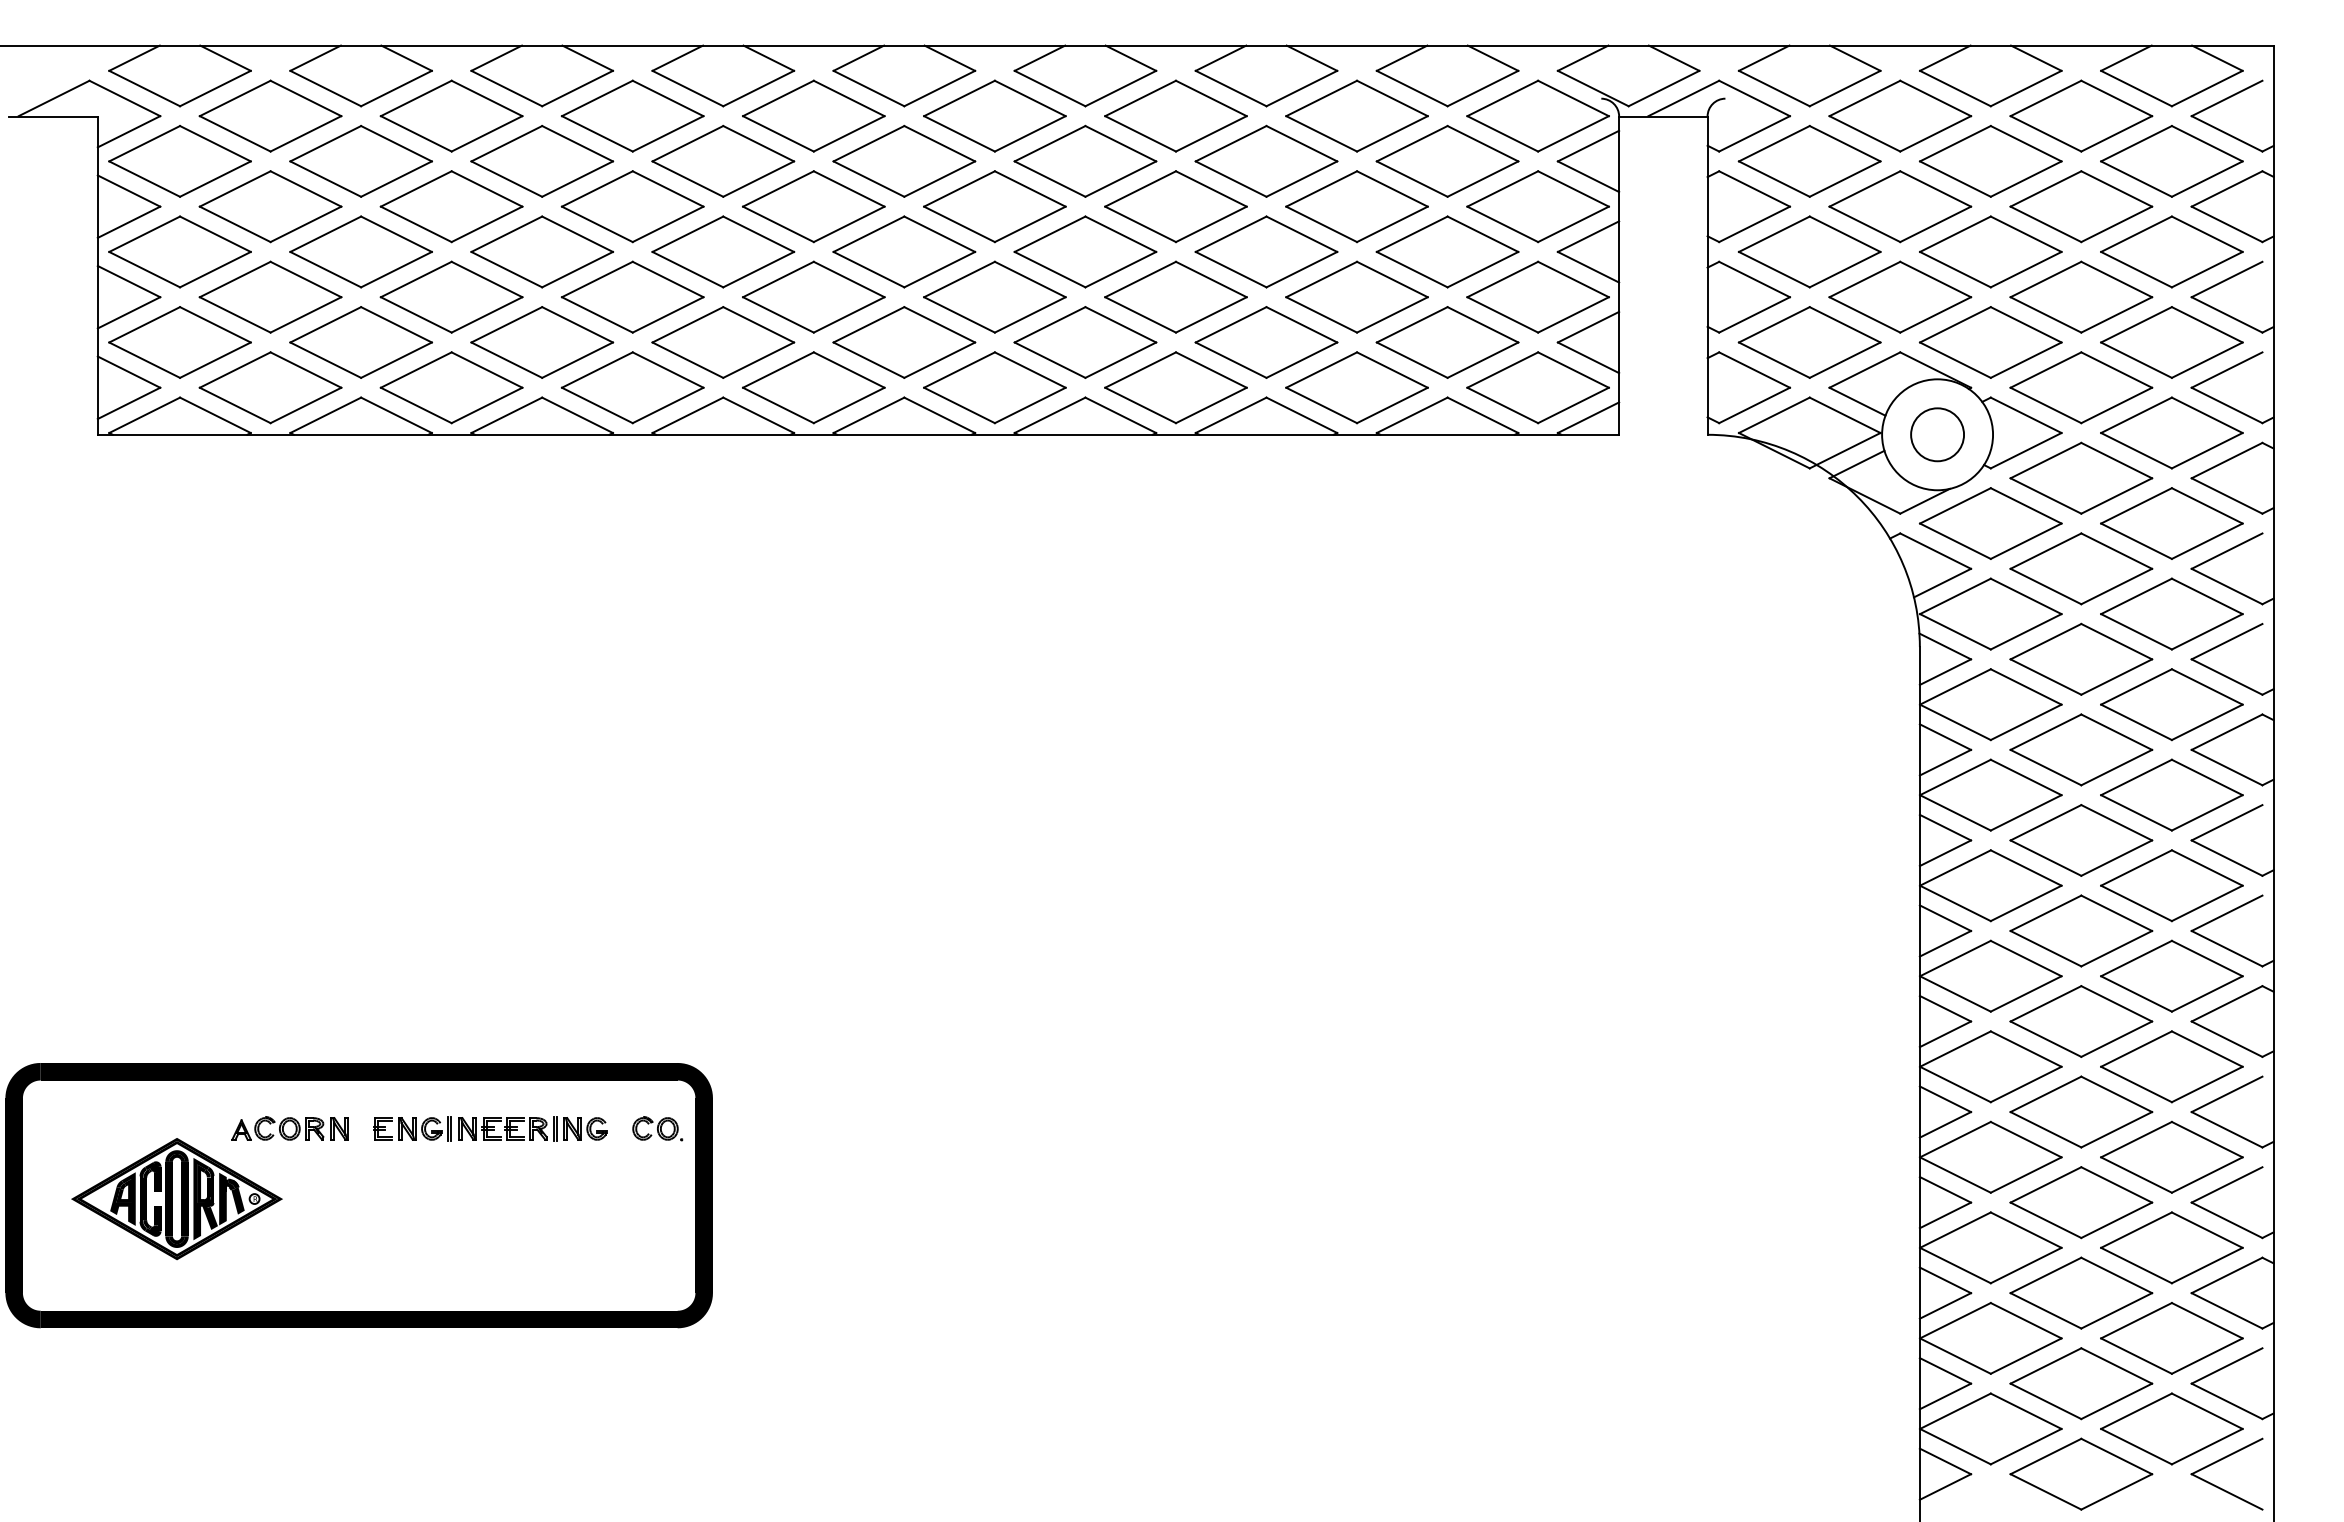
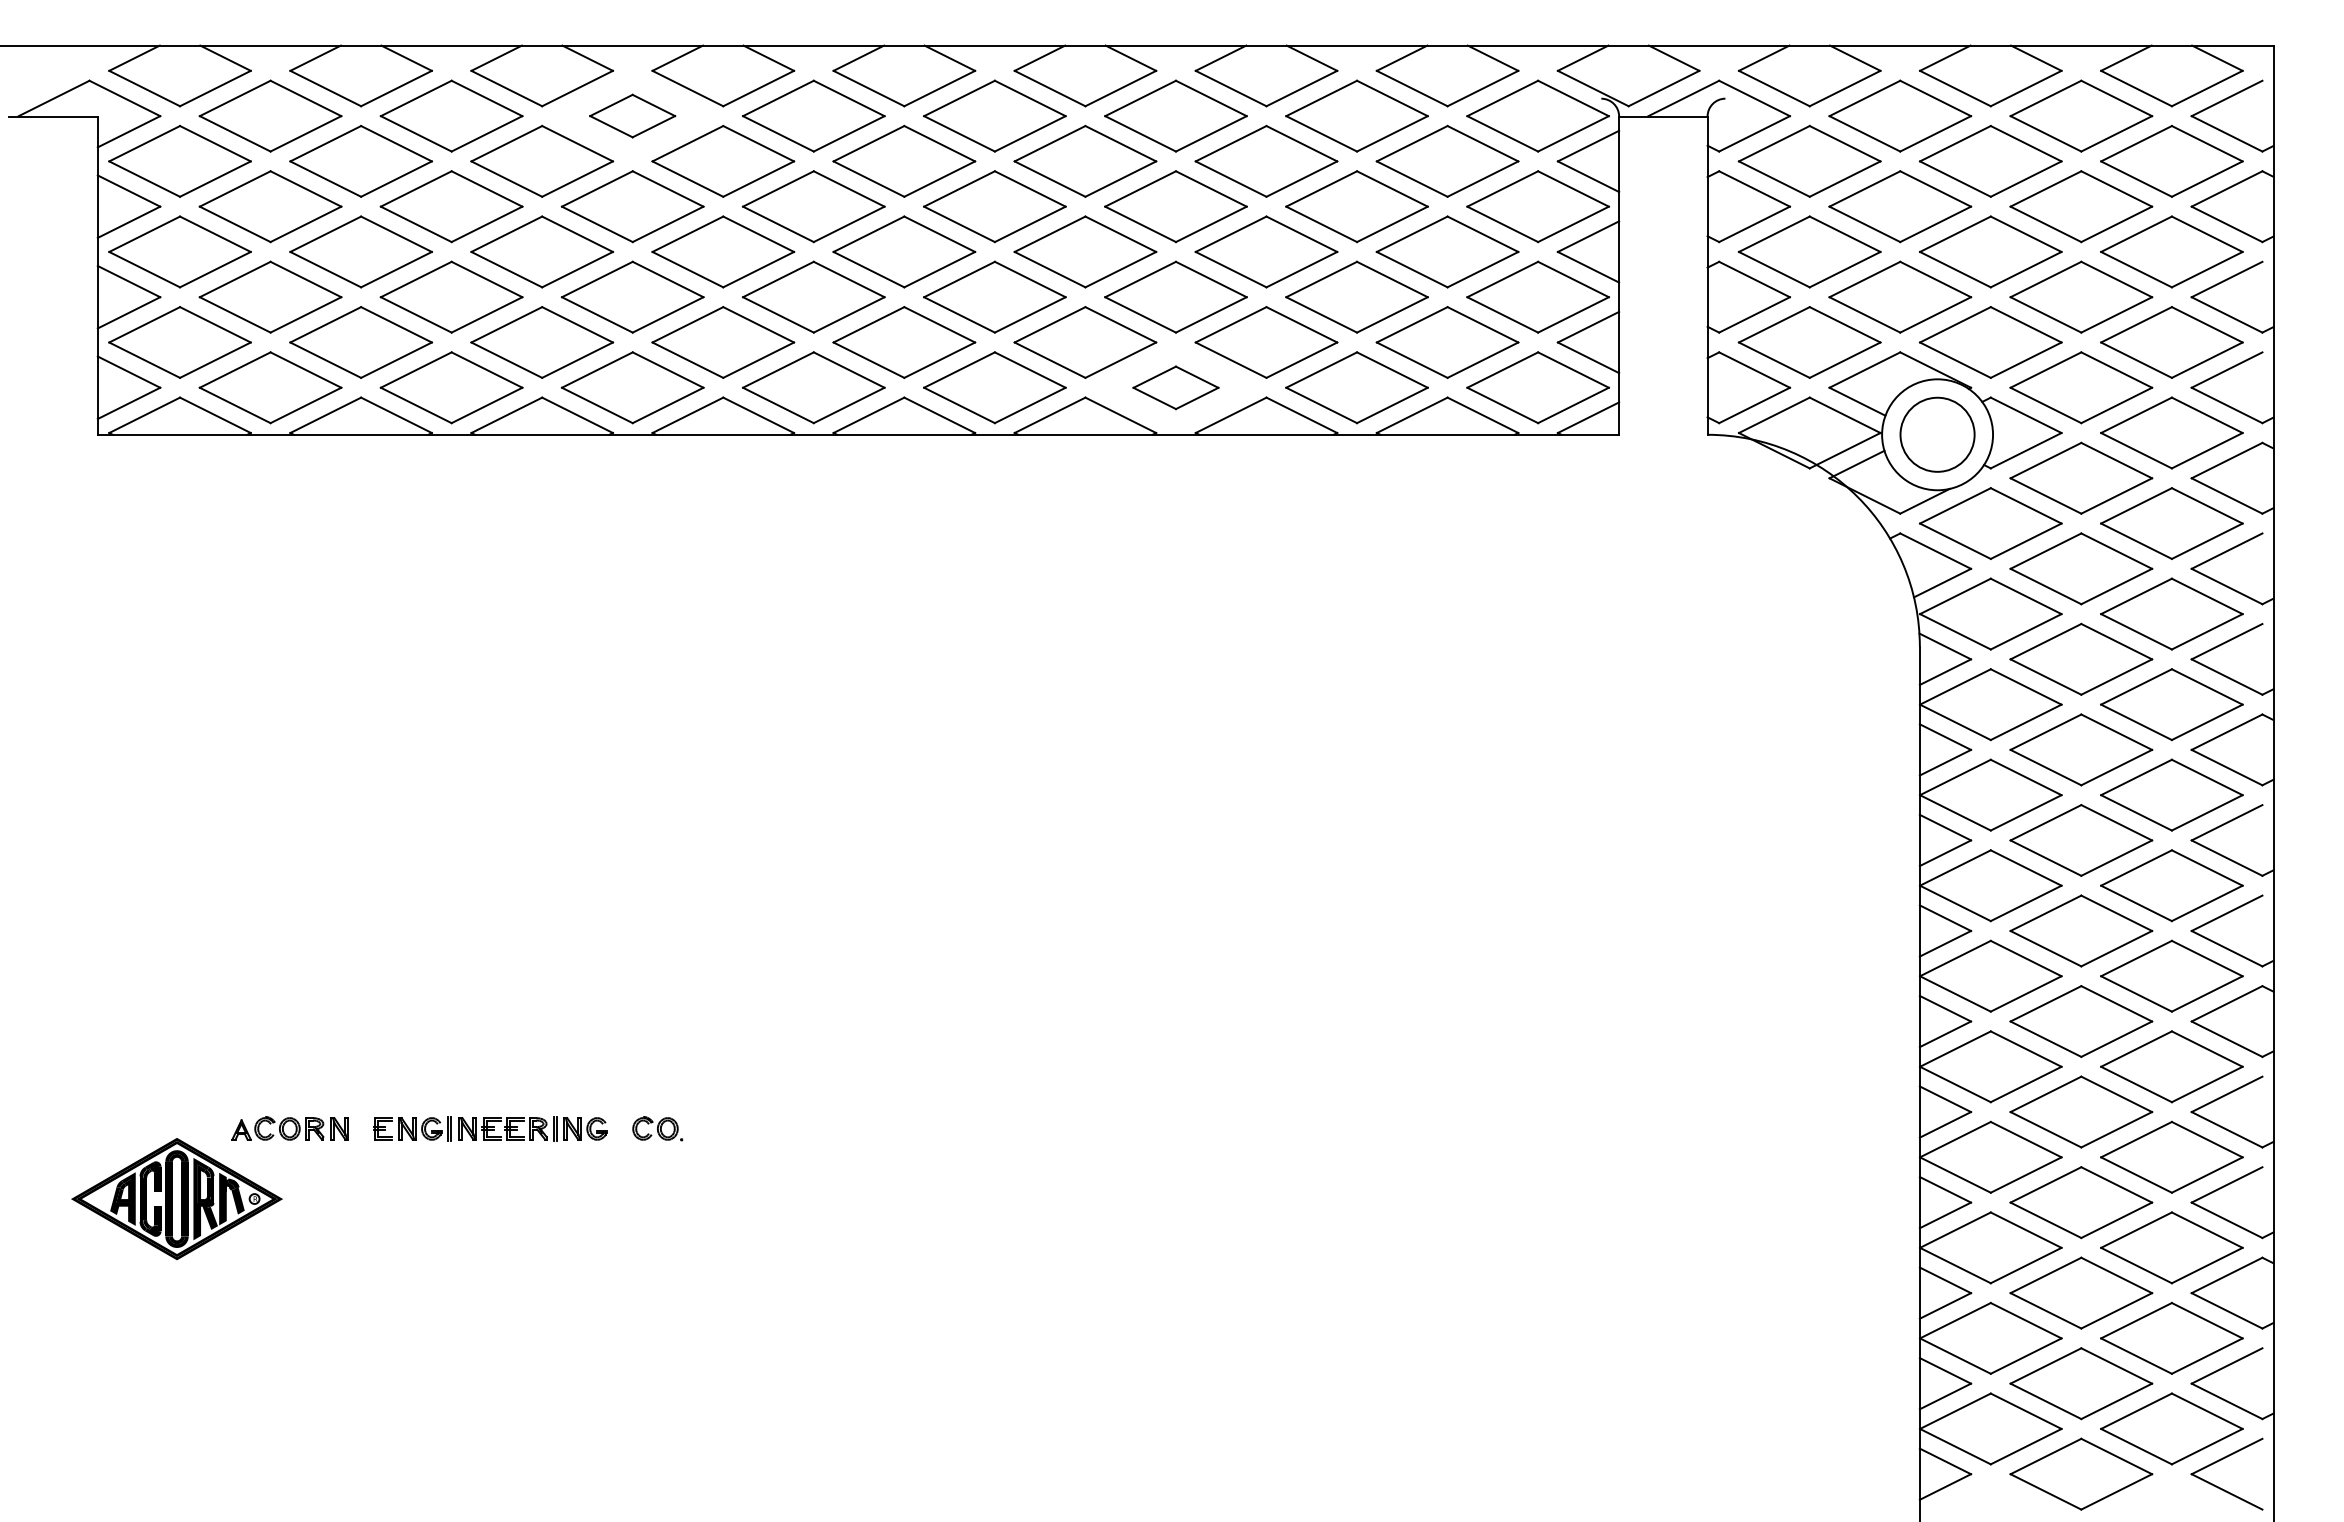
part at (632, 115) size: 145x74 px -> 88x46 px
part at (1175, 387) size: 144x74 px -> 88x46 px
circle at (1937, 434) diameter: 53 px -> 74 px
part at (358, 1195): present -> none
